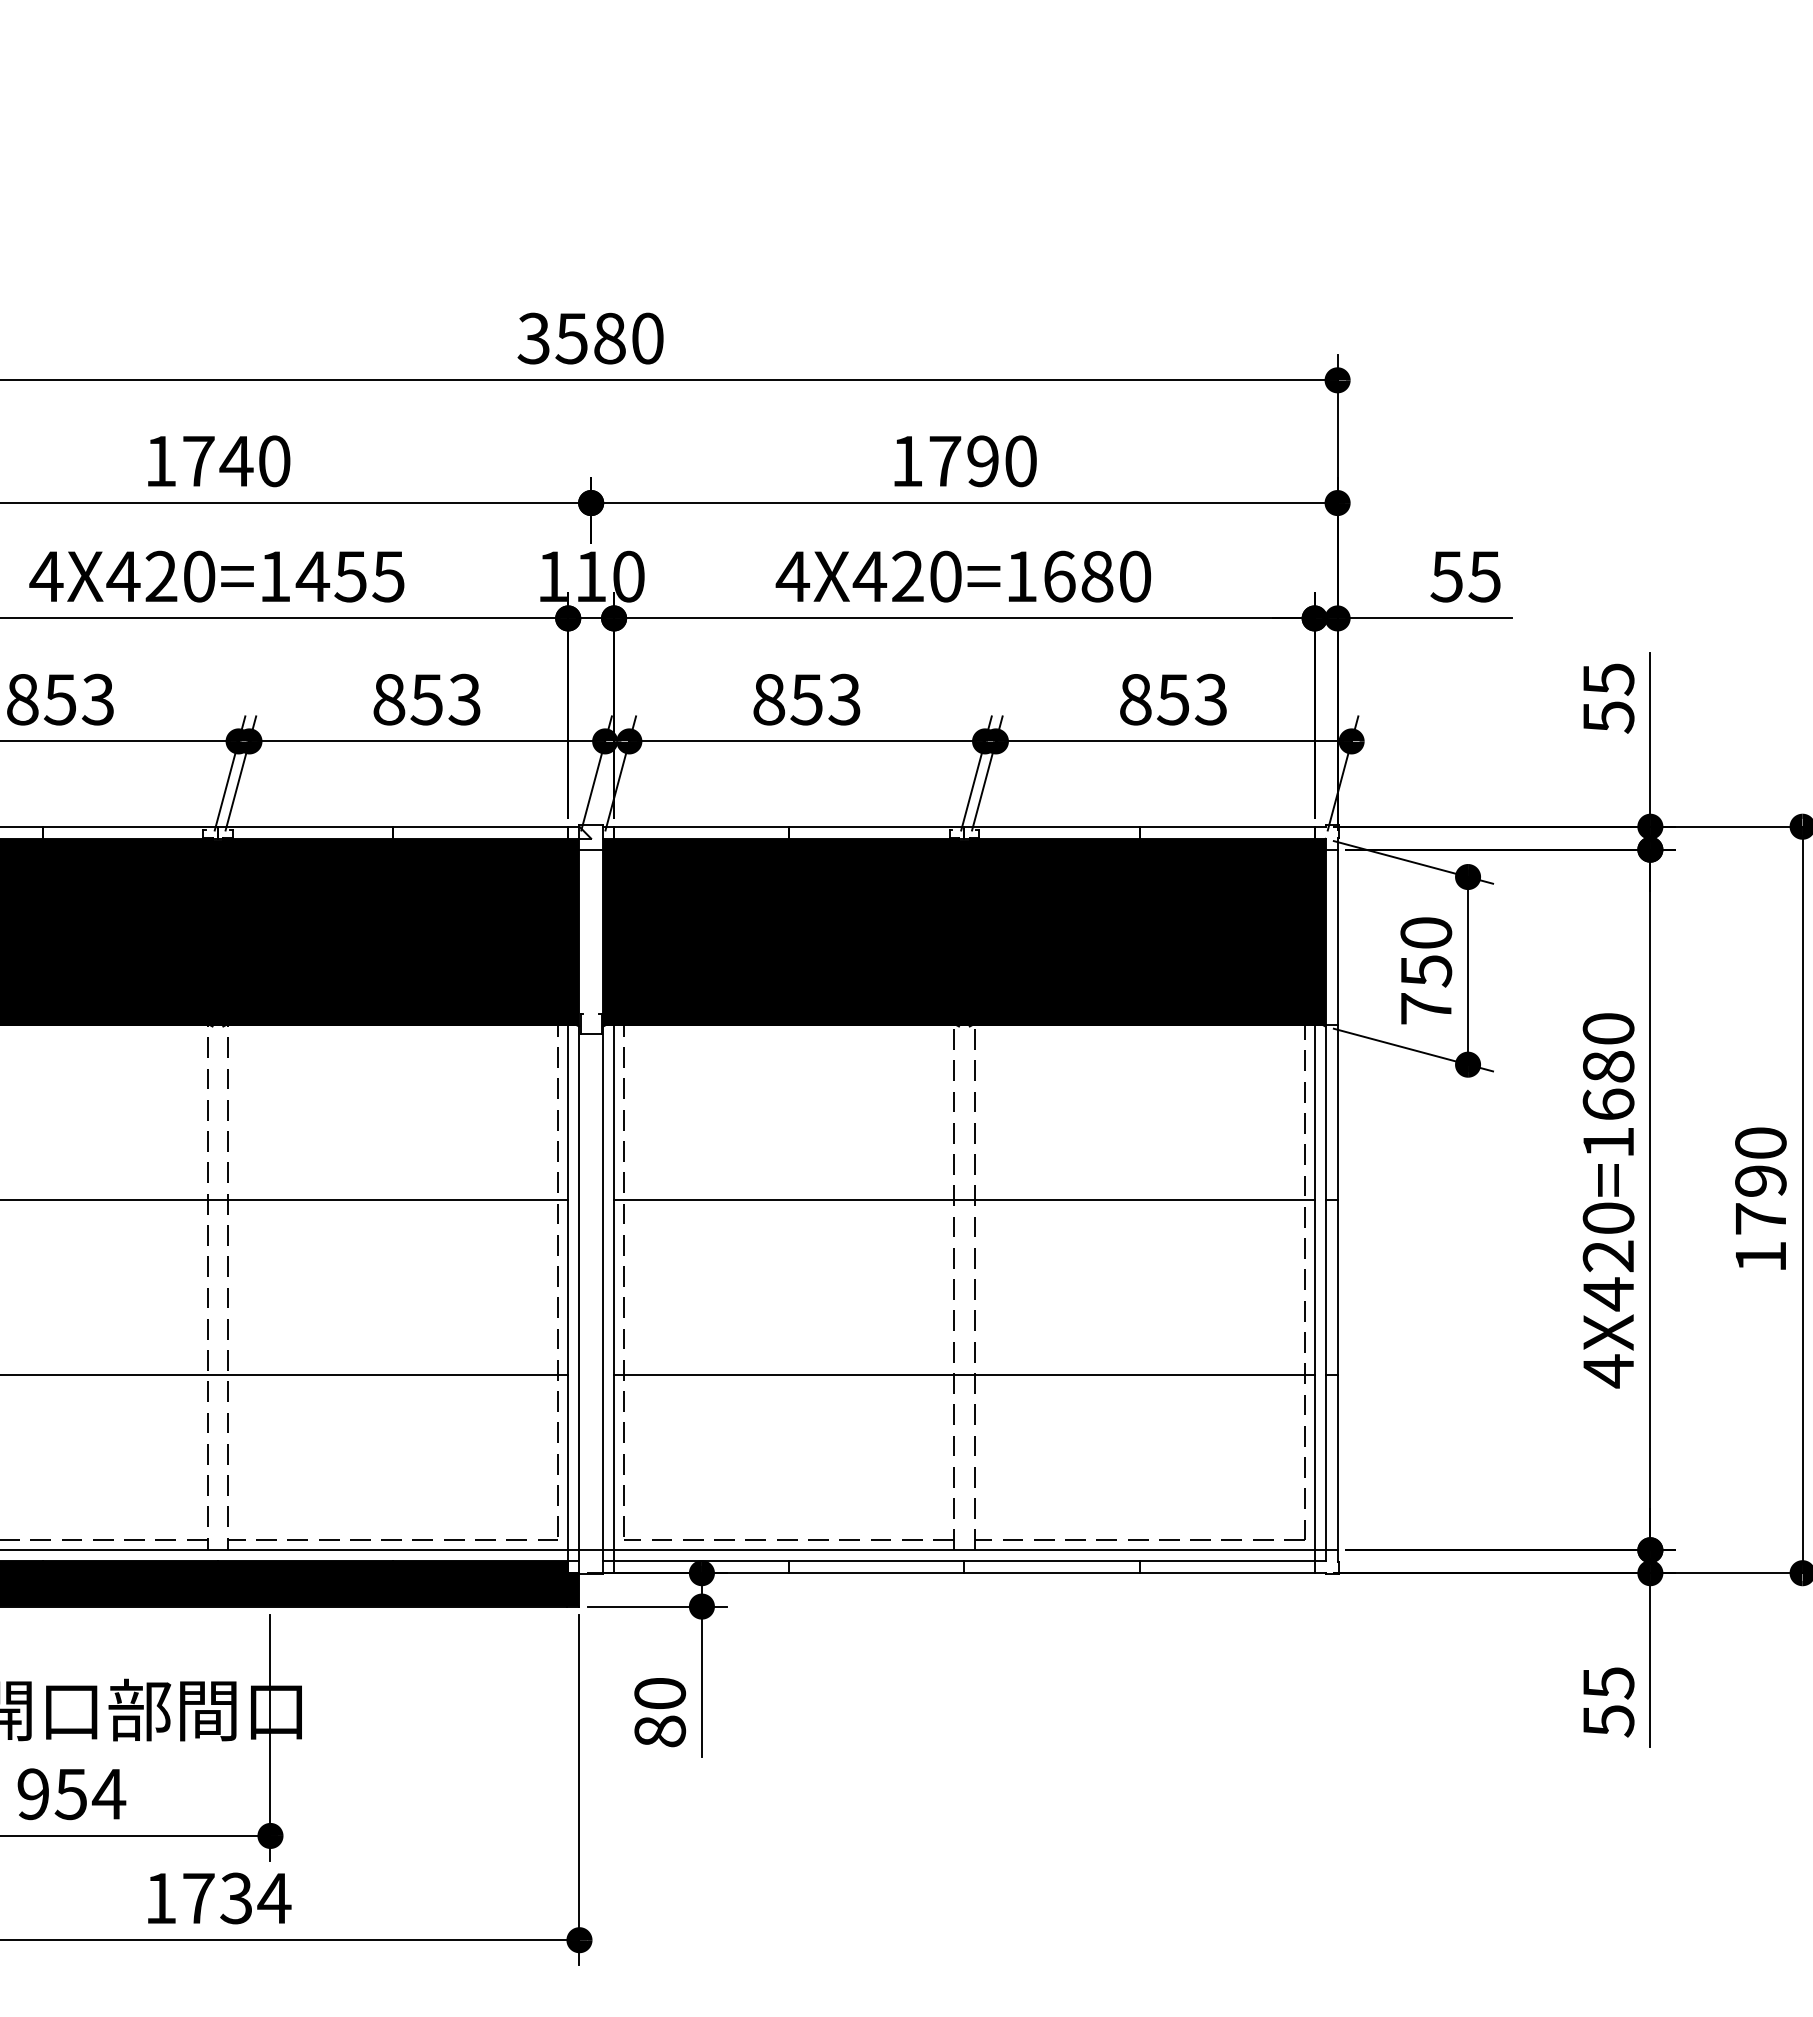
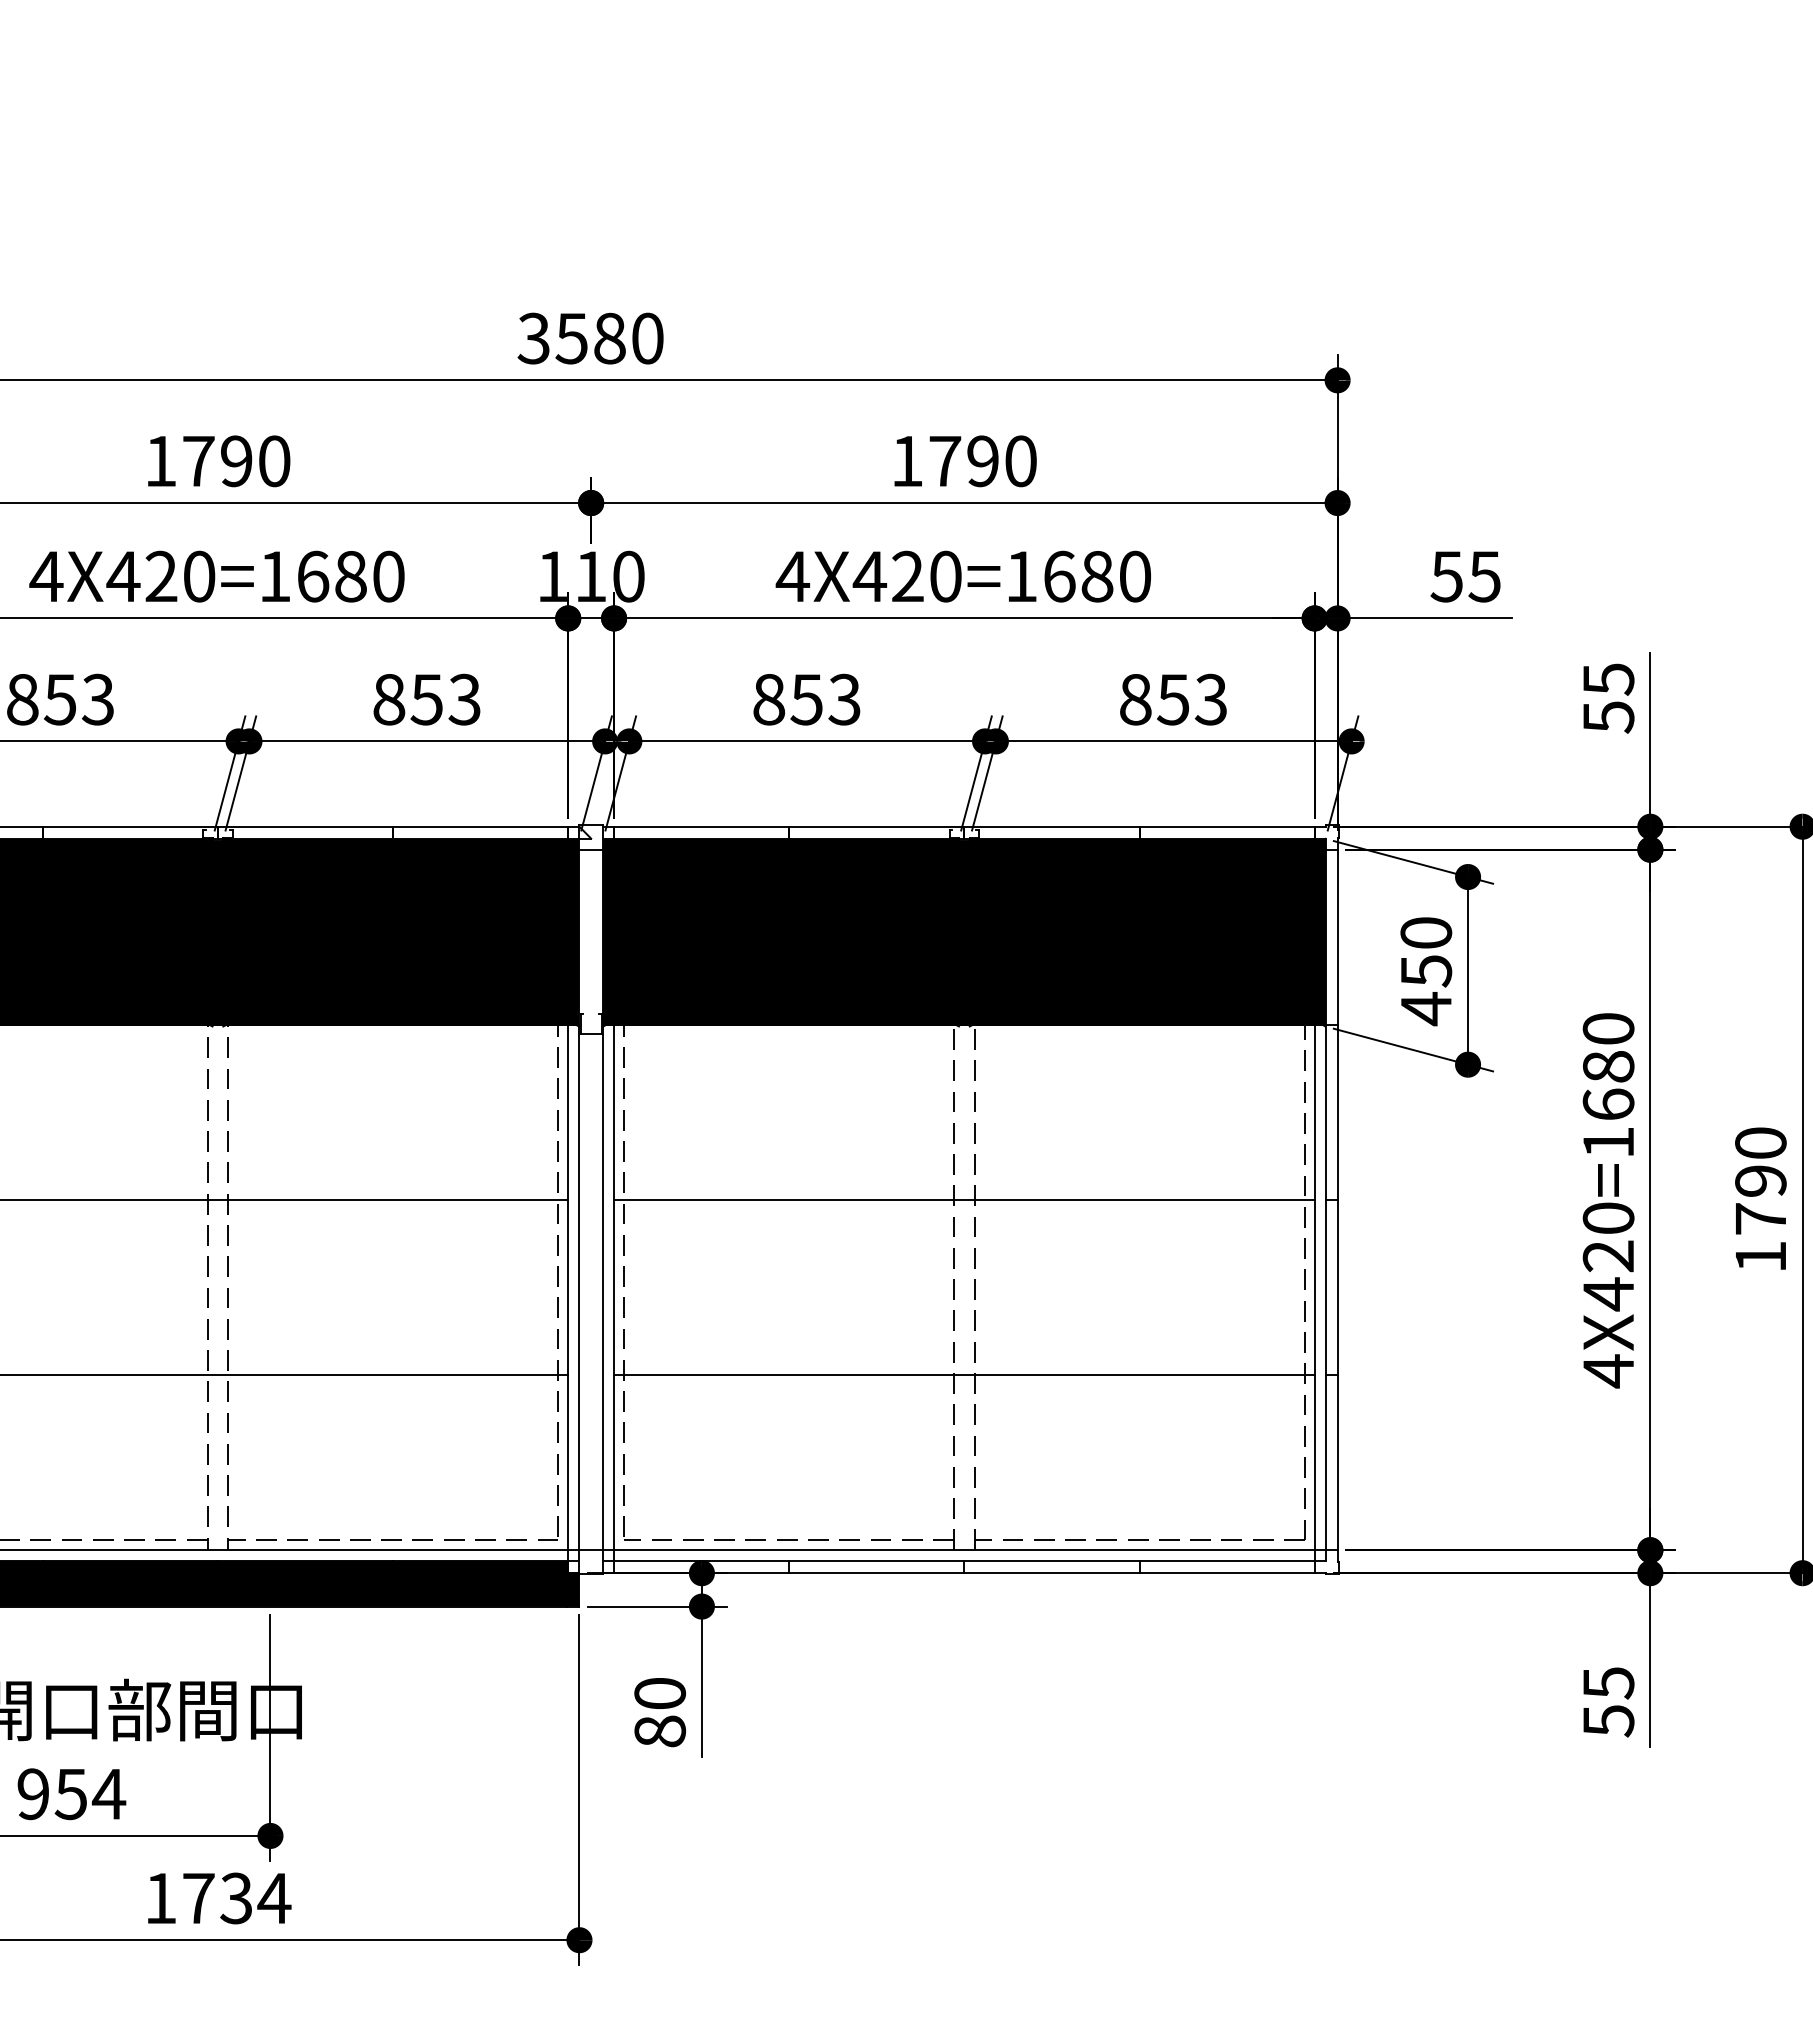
text at (236, 461): 1740 -> 1790
text at (349, 576): 4X420=1455 -> 4X420=1680
text at (1426, 1009): 750 -> 450
